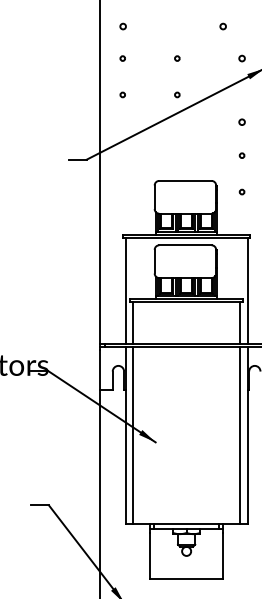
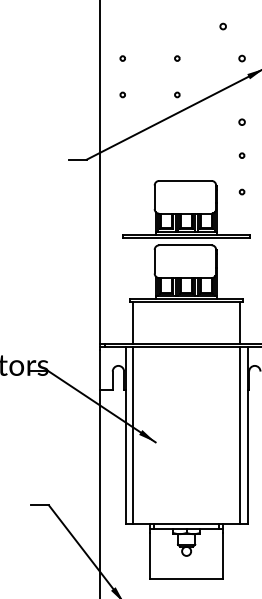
circle at (122, 26): present -> none
line at (125, 290): present -> none
line at (247, 290): present -> none
